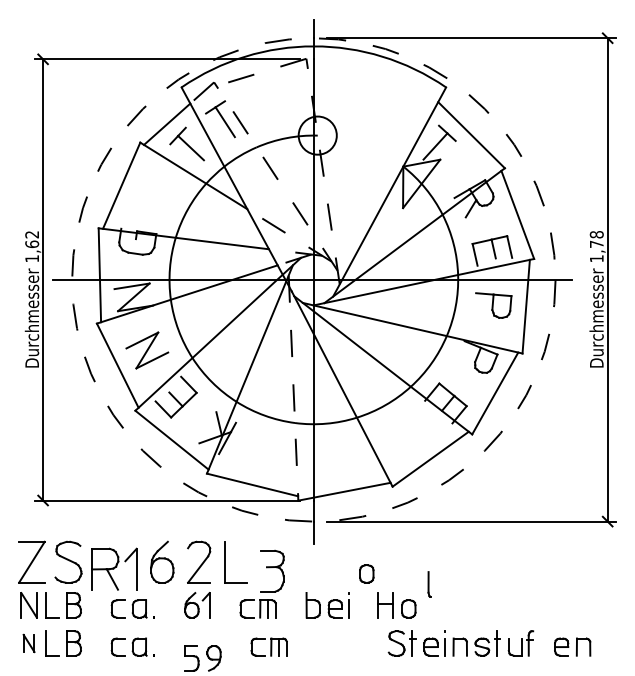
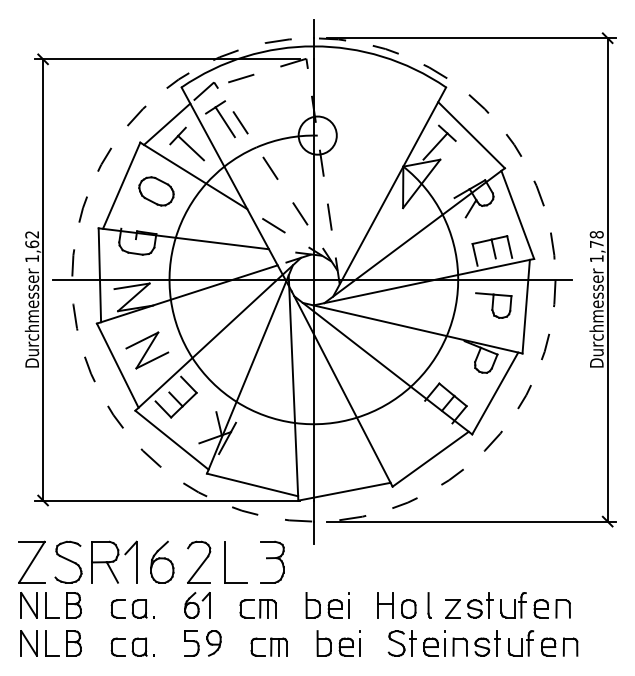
part at (156, 191): none -> present
line at (293, 388): dashed -> solid
part at (114, 568) position: (114, 568) -> (114, 561)
part at (272, 570) position: (272, 570) -> (272, 561)
part at (366, 573): present -> none
line at (429, 584) position: (429, 584) -> (429, 605)
part at (507, 605): none -> present
part at (28, 643) size: 14x21 px -> 18x27 px
part at (338, 643): none -> present
part at (572, 646) position: (572, 646) -> (559, 646)
part at (202, 658) position: (202, 658) -> (202, 643)
